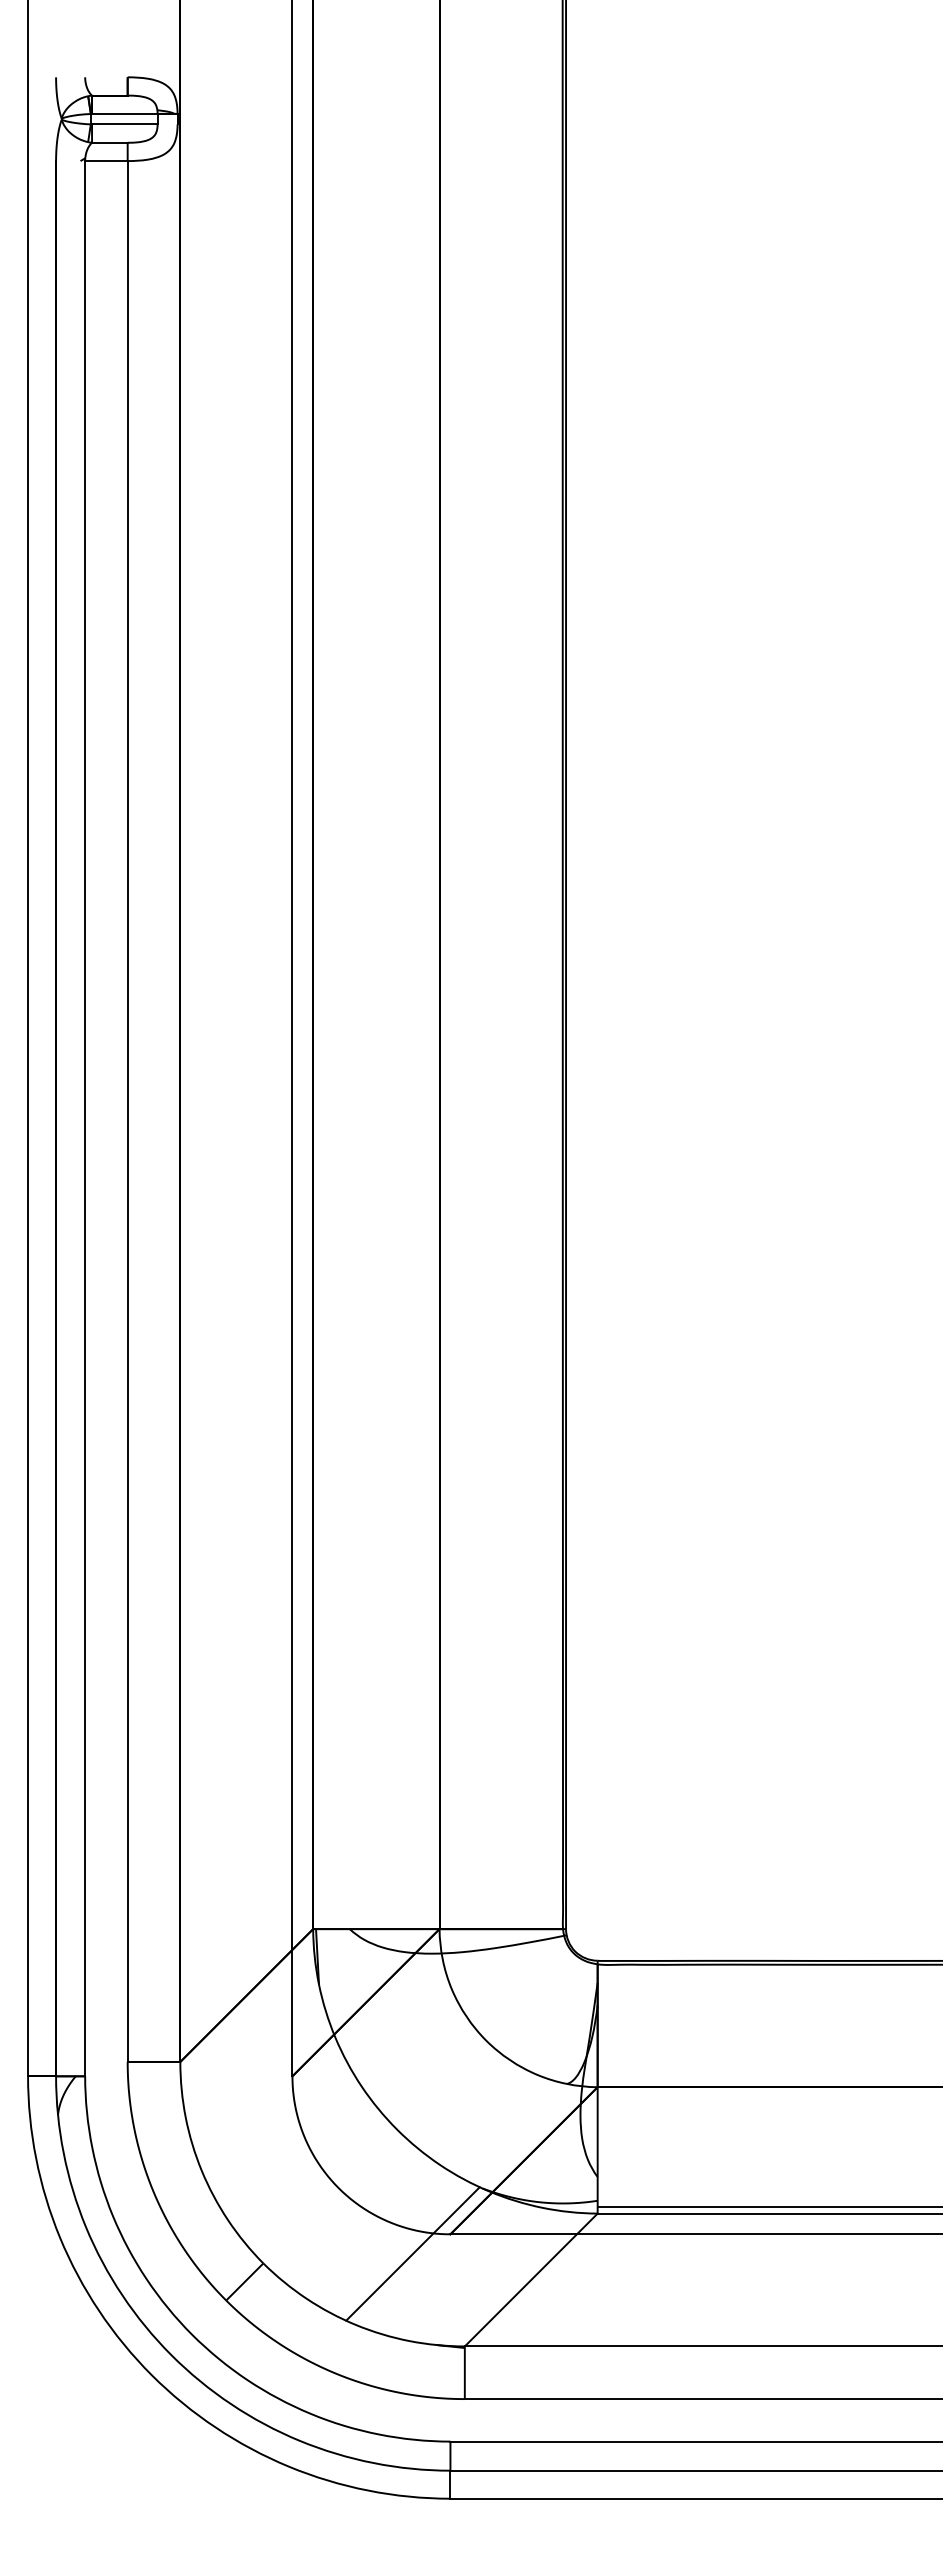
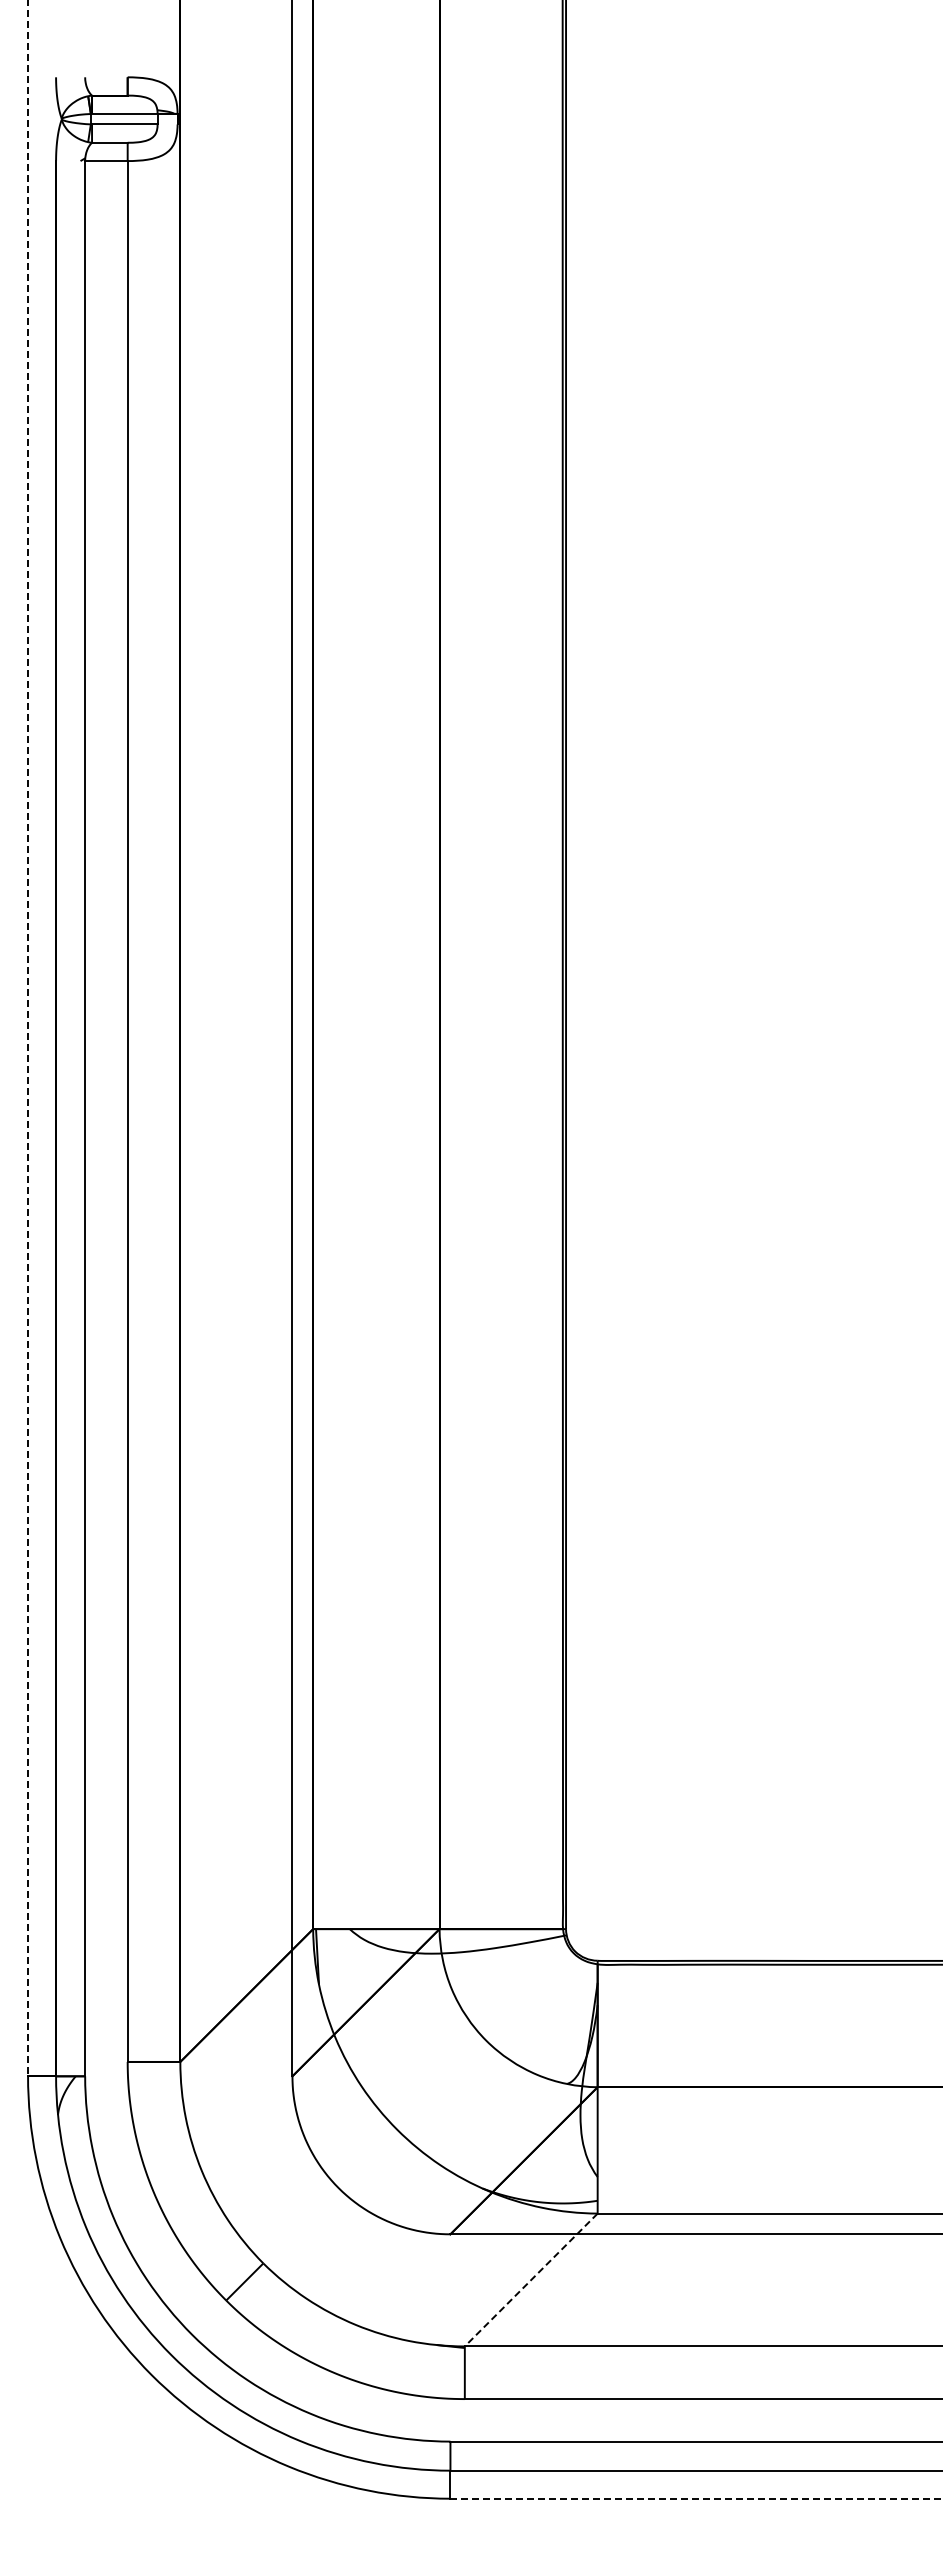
line at (28, 1038): solid -> dashed
line at (768, 2207): present -> none
line at (412, 2253): present -> none
line at (531, 2280): solid -> dashed
line at (696, 2498): solid -> dashed
